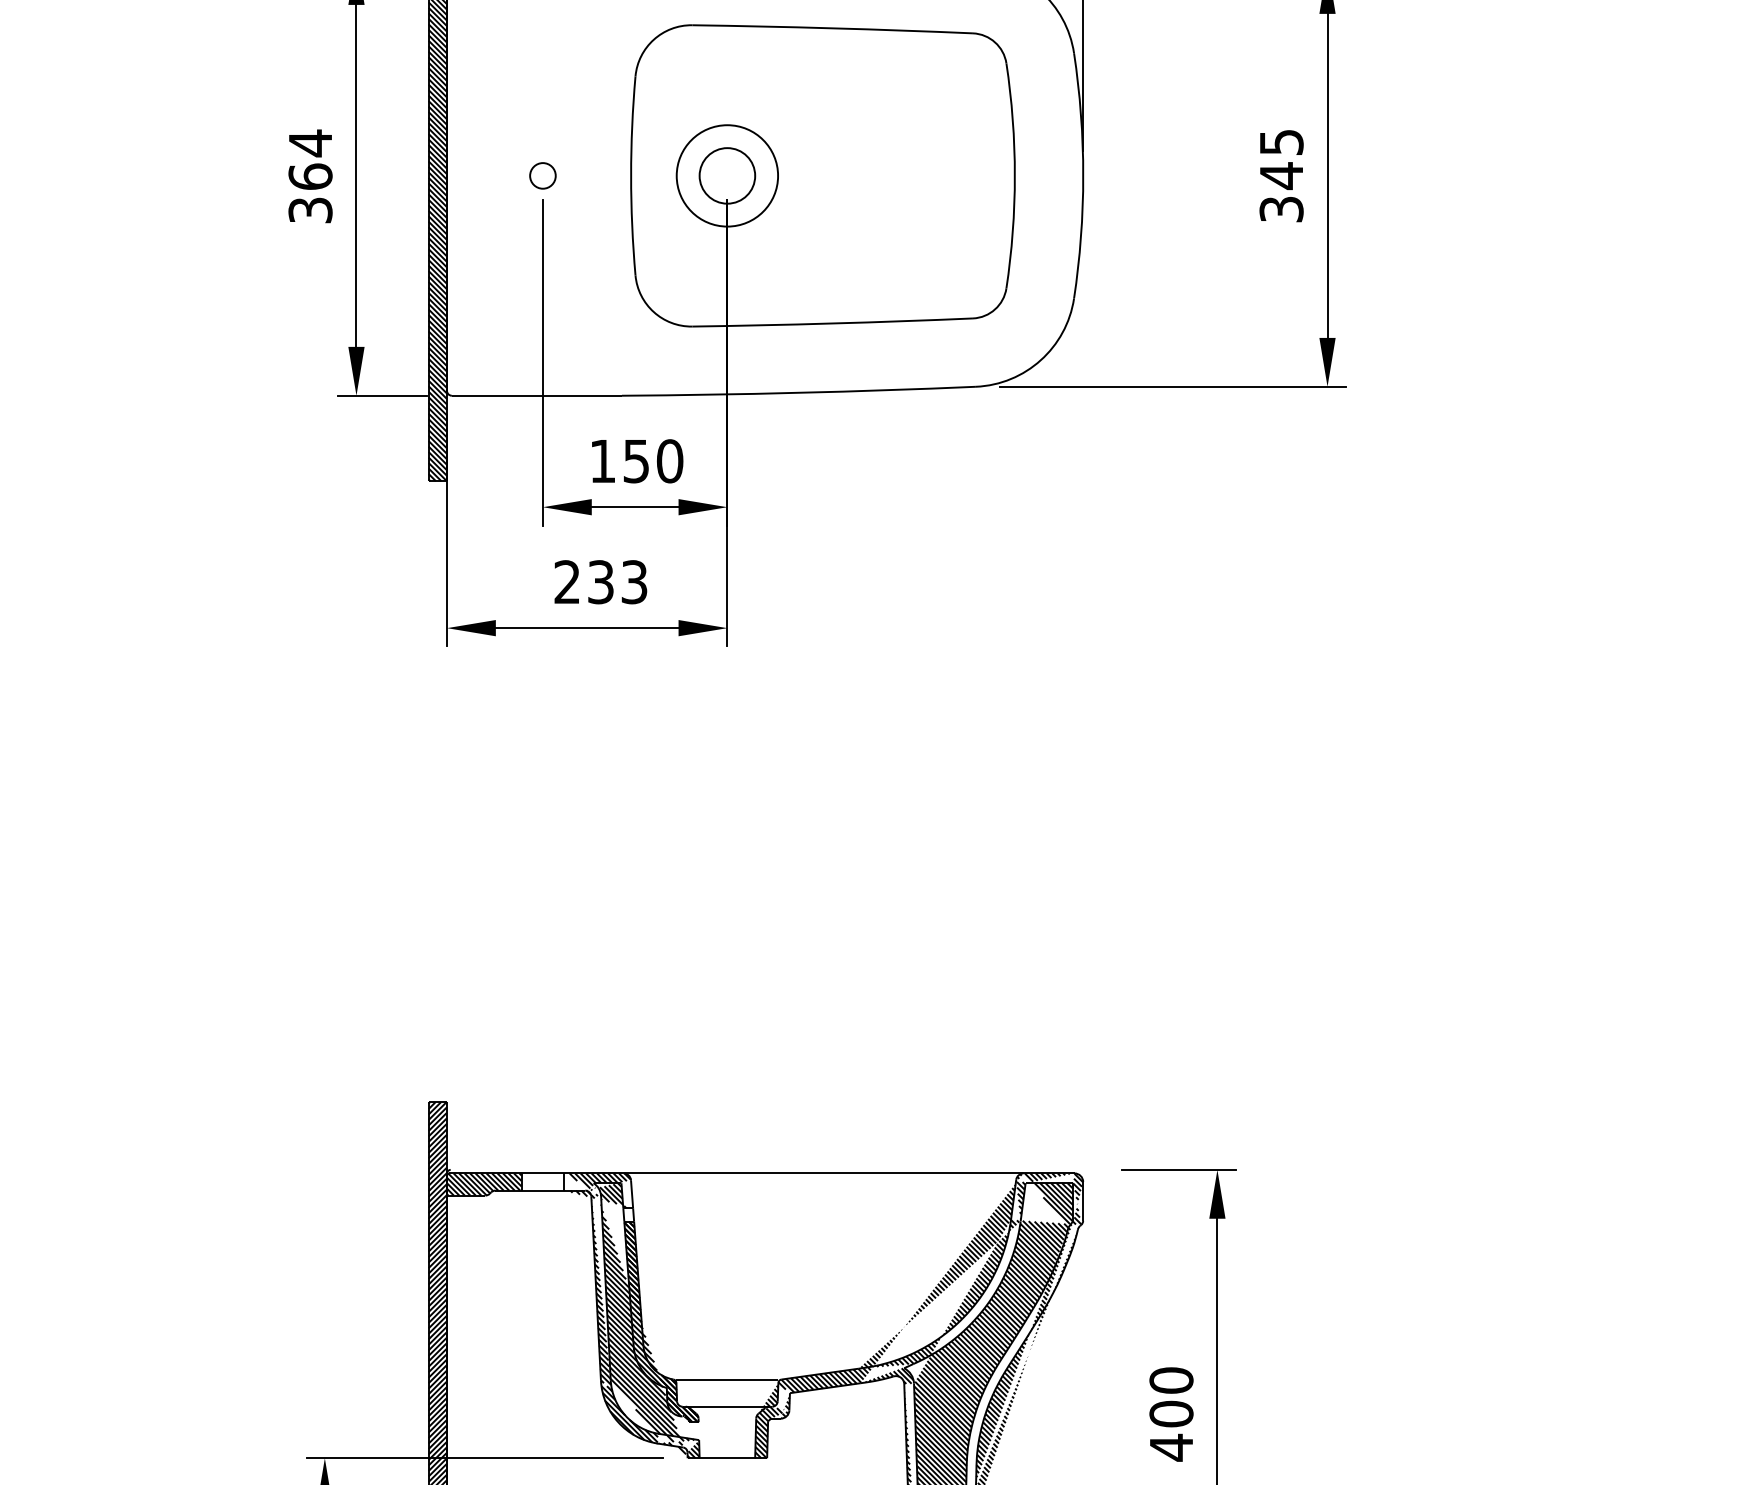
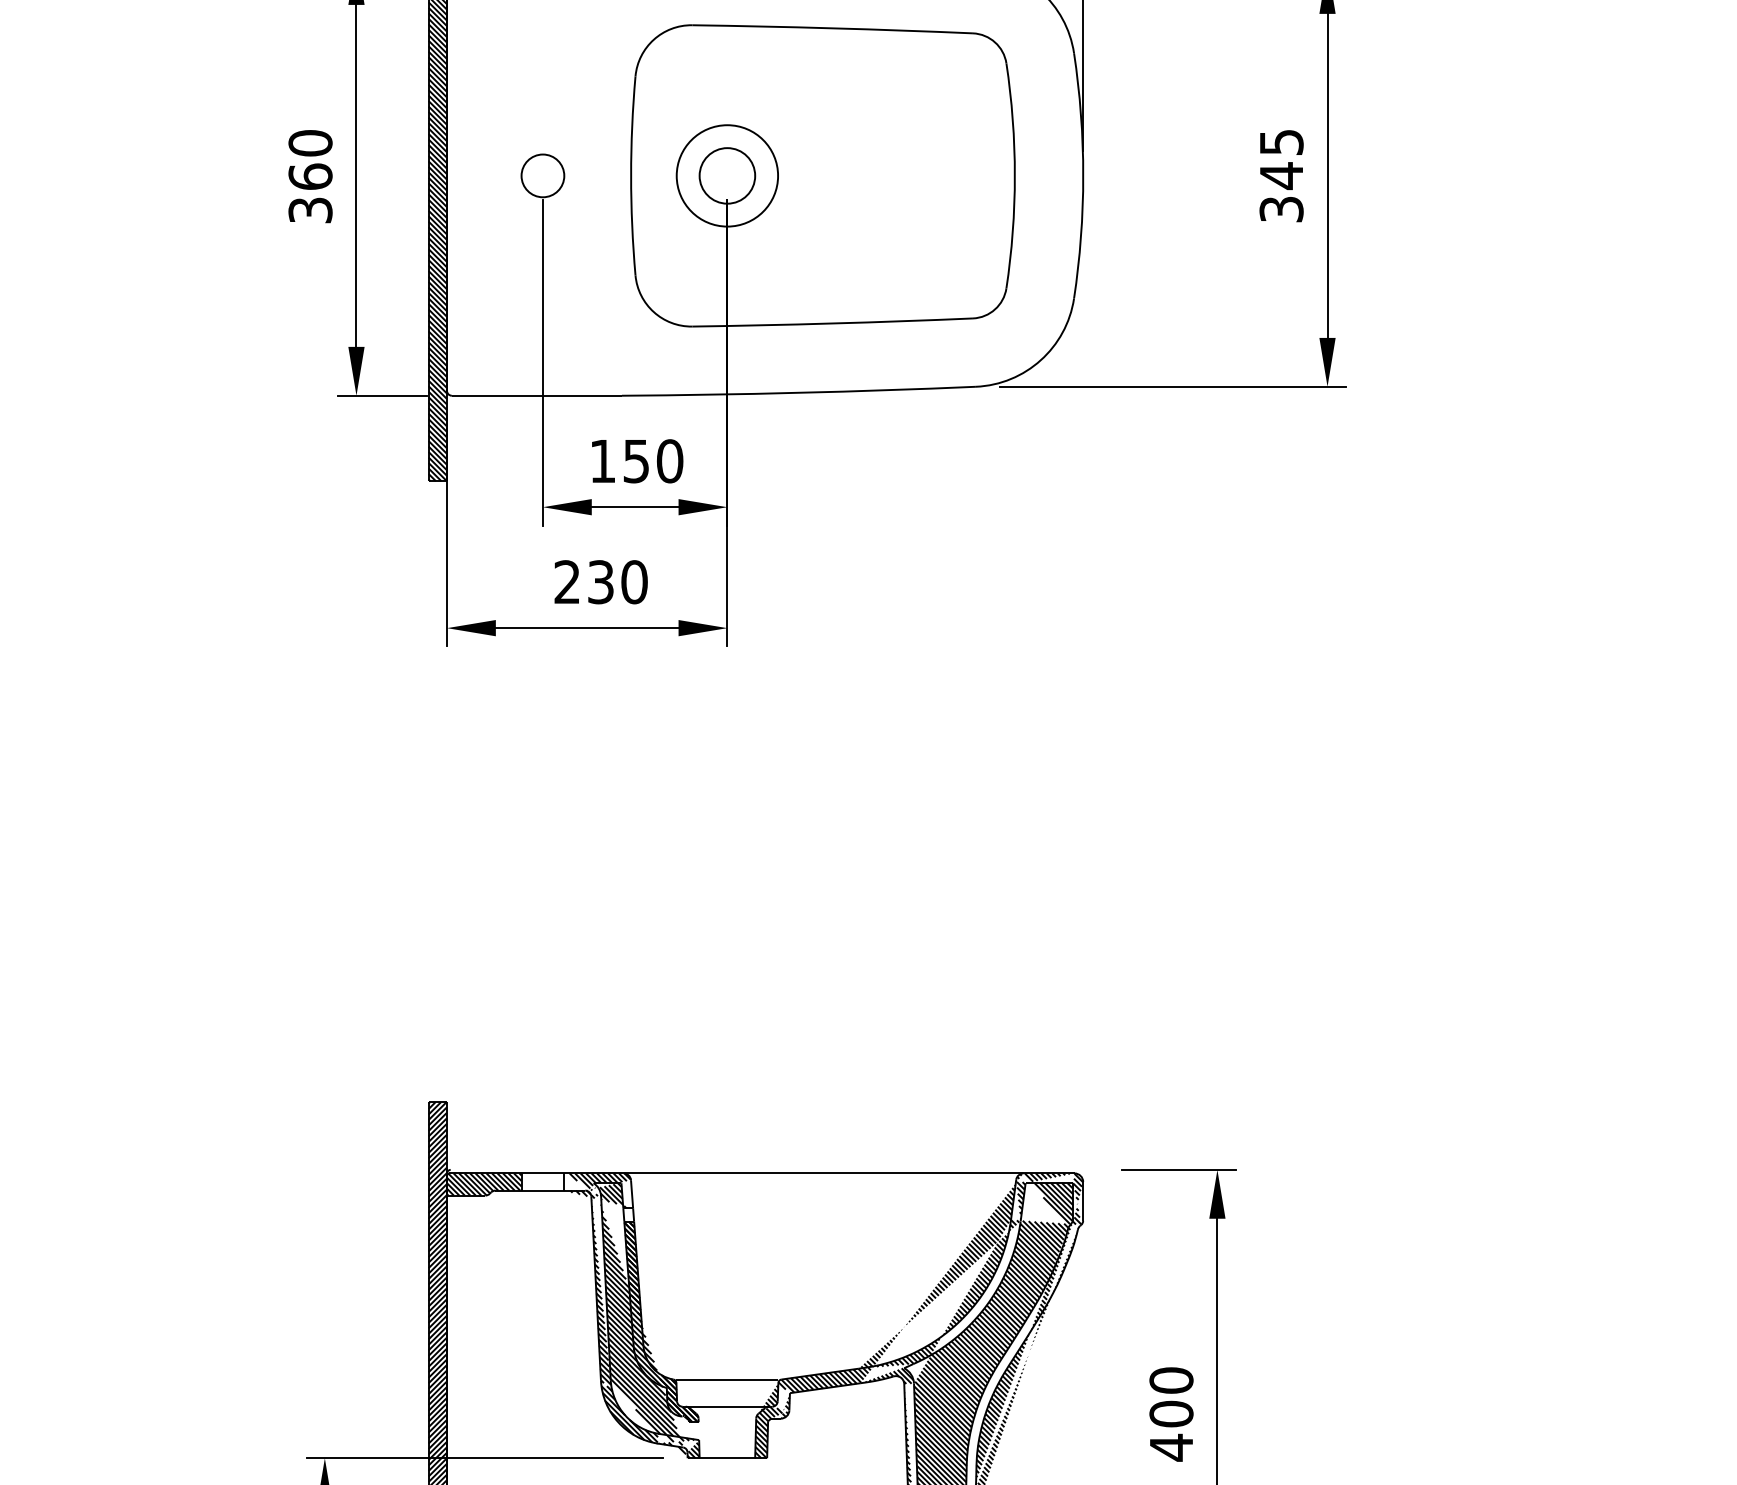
text at (310, 143): 364 -> 360
circle at (542, 175) diameter: 26 px -> 43 px
text at (634, 582): 233 -> 230
